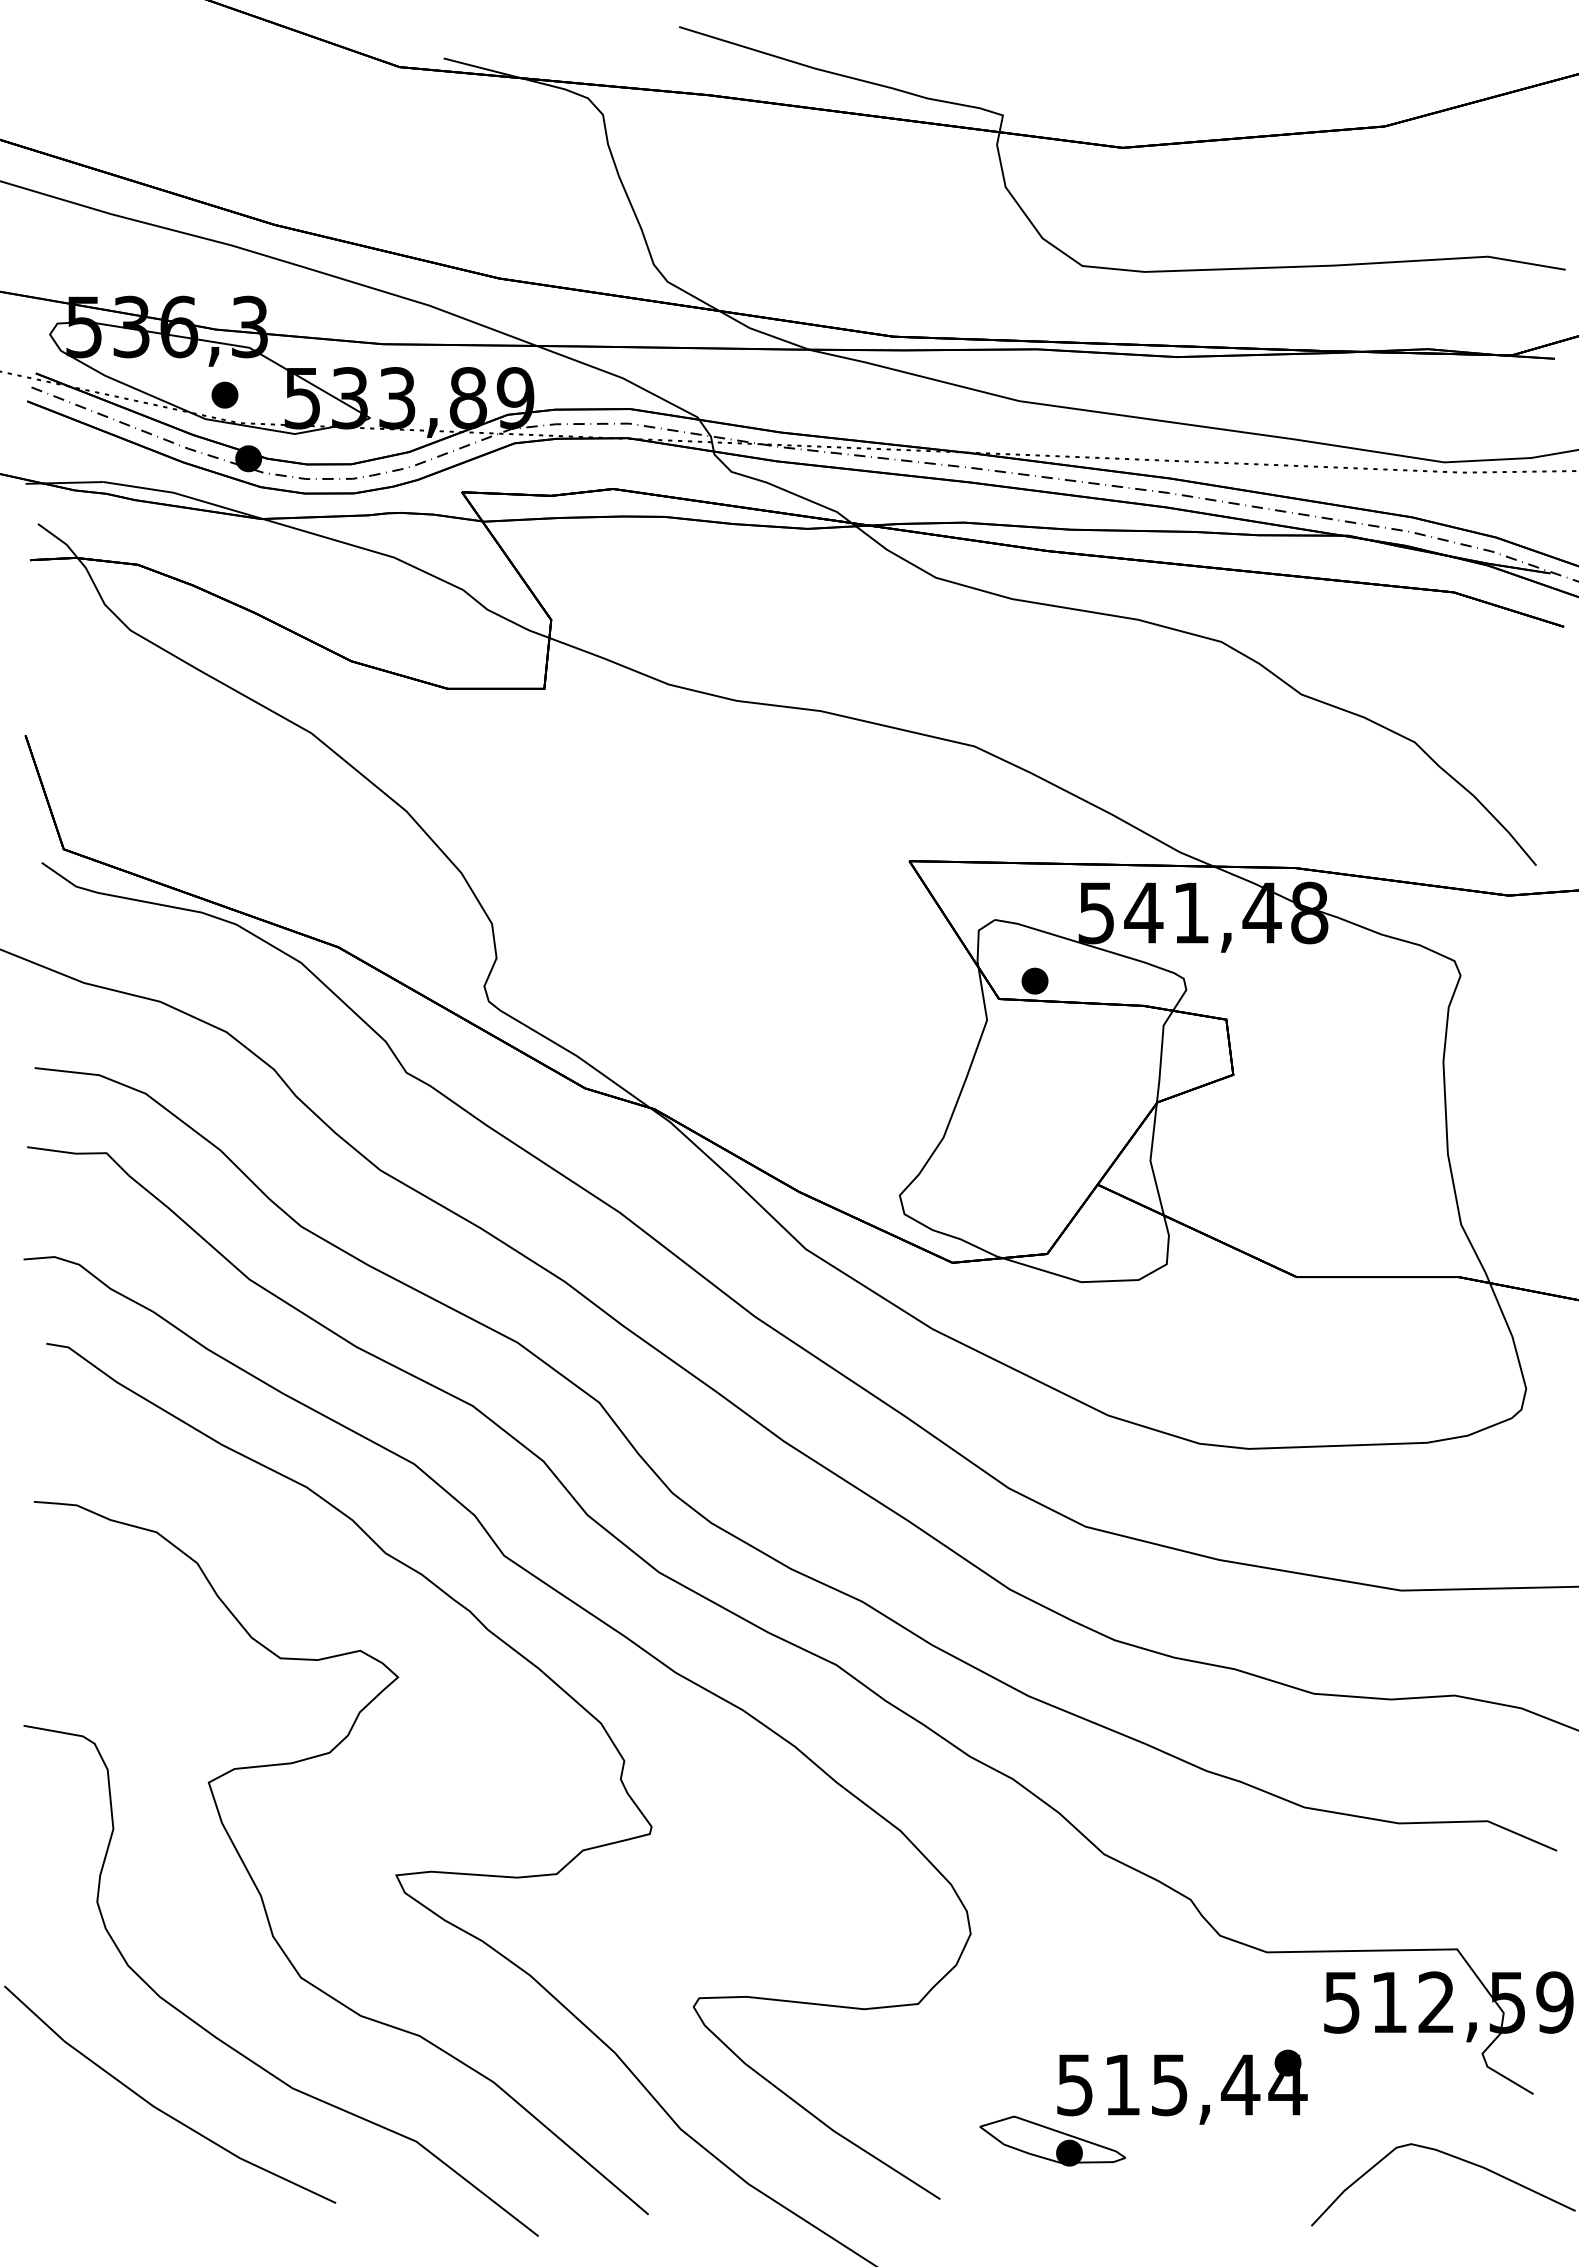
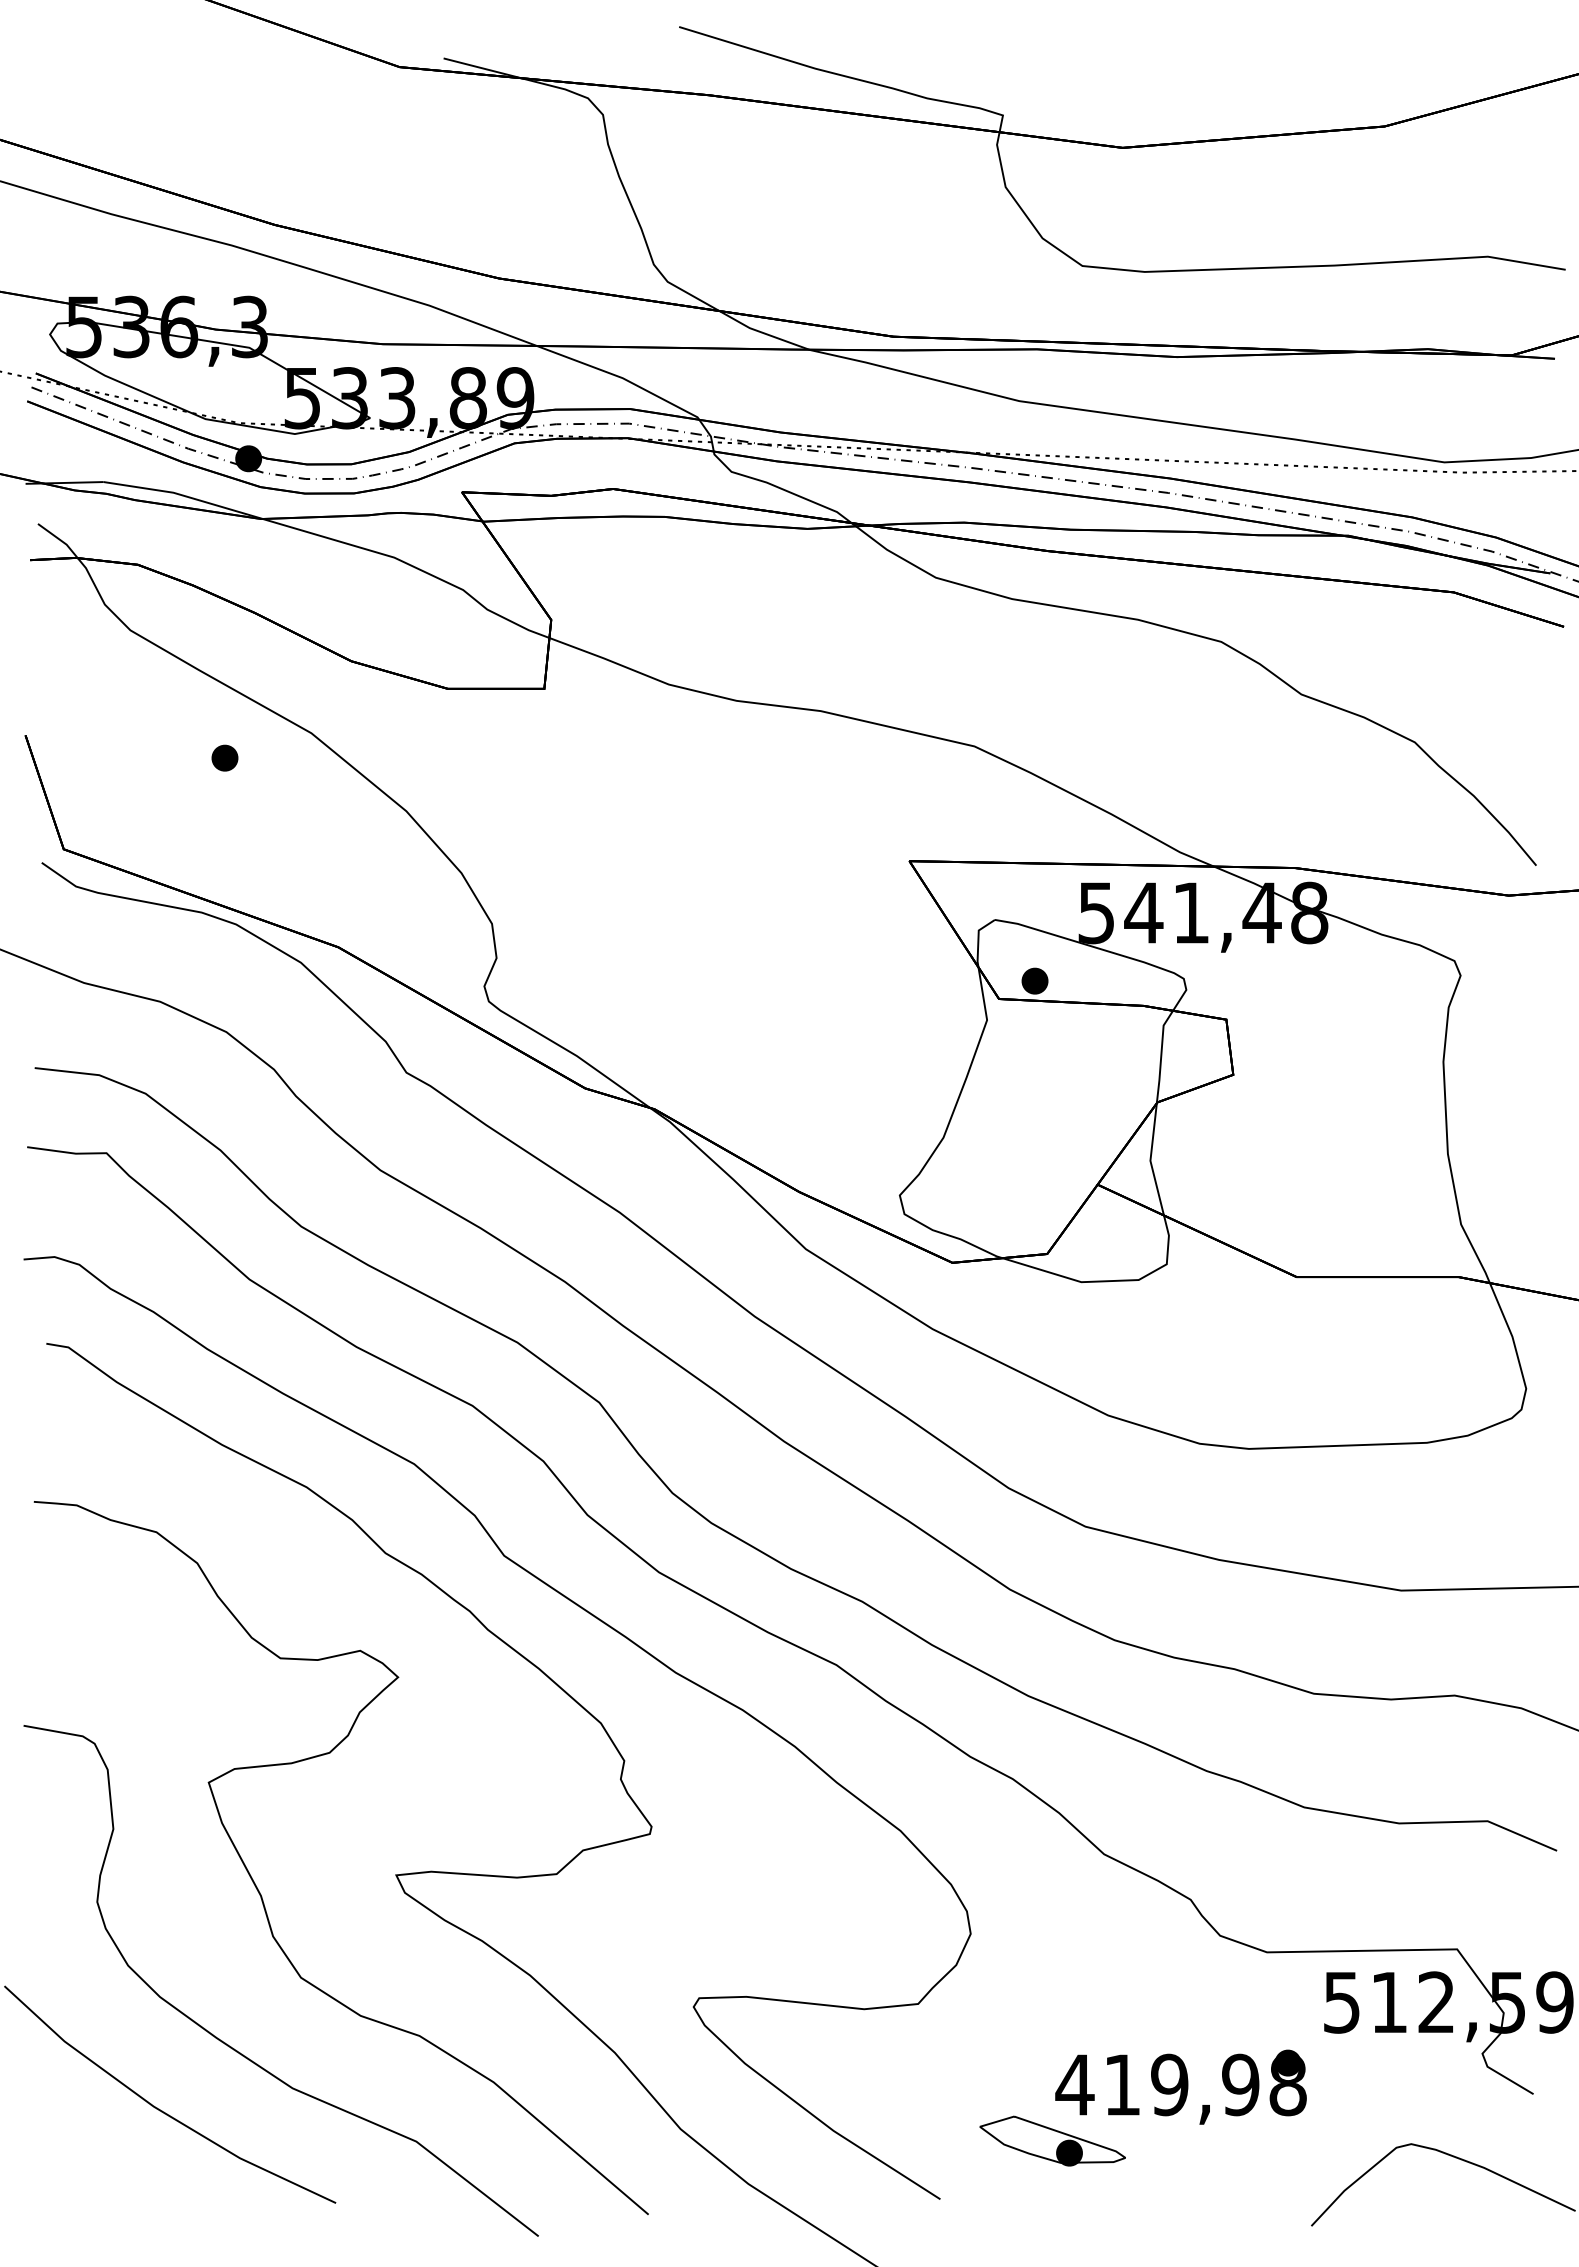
part at (224, 394) position: (224, 394) -> (224, 757)
text at (1181, 2084): 515,44 -> 419,98
